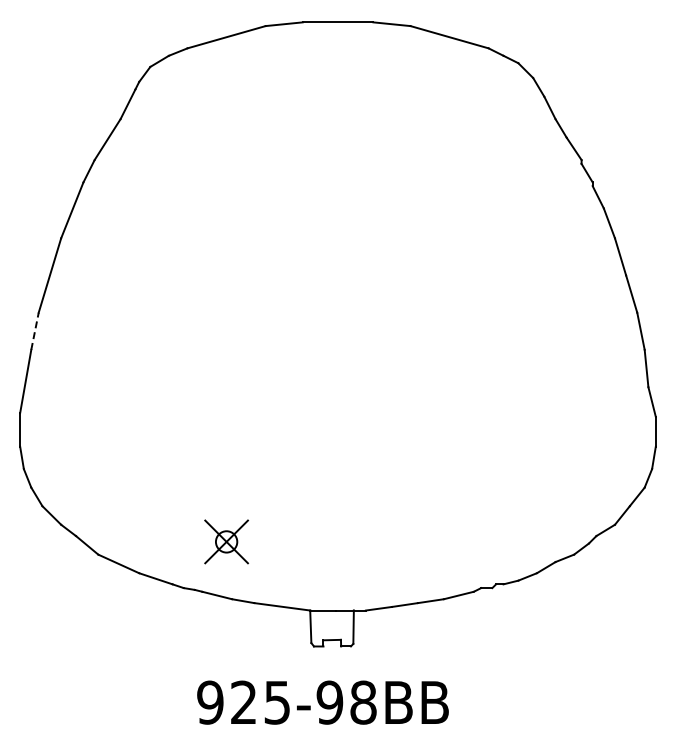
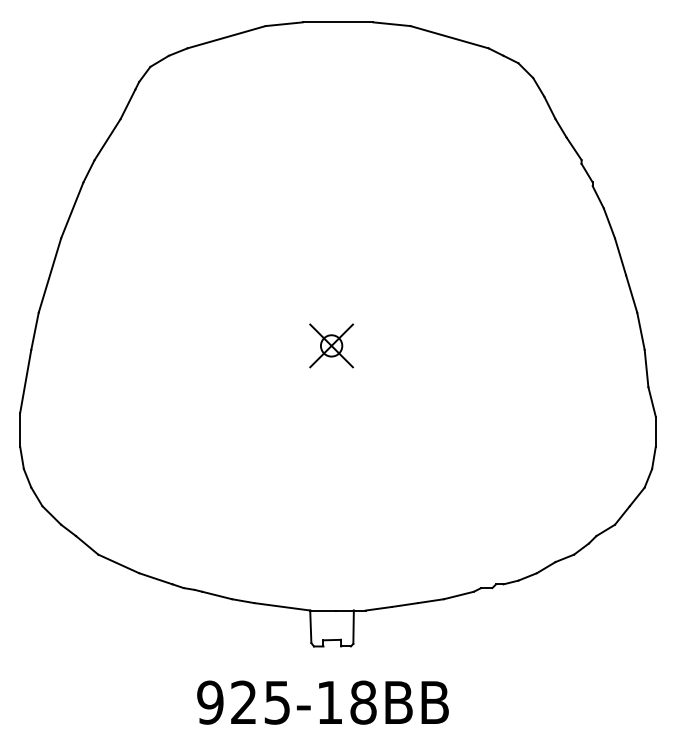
line at (35, 331): dashed -> solid
part at (226, 541) position: (226, 541) -> (331, 345)
text at (329, 702): 925-98BB -> 925-18BB
